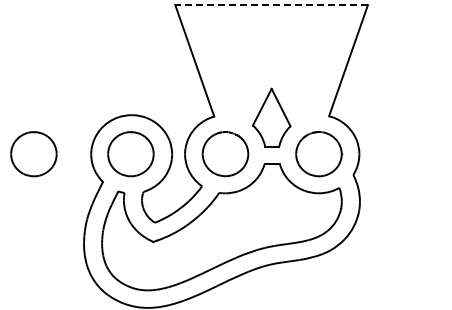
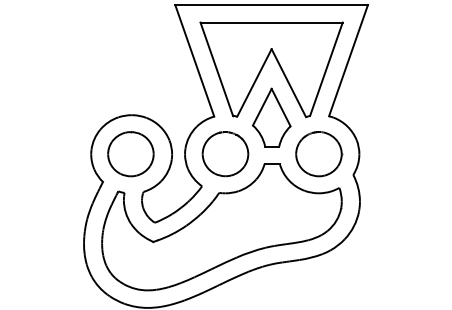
line at (271, 5): dashed -> solid
part at (264, 65): none -> present
part at (33, 154): present -> none
